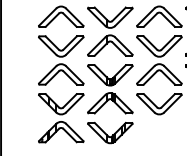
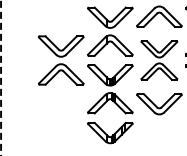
part at (61, 16): present -> none
part at (159, 60) size: 47x51 px -> 39x41 px
line at (1, 78): solid -> dashed
part at (61, 118): present -> none
